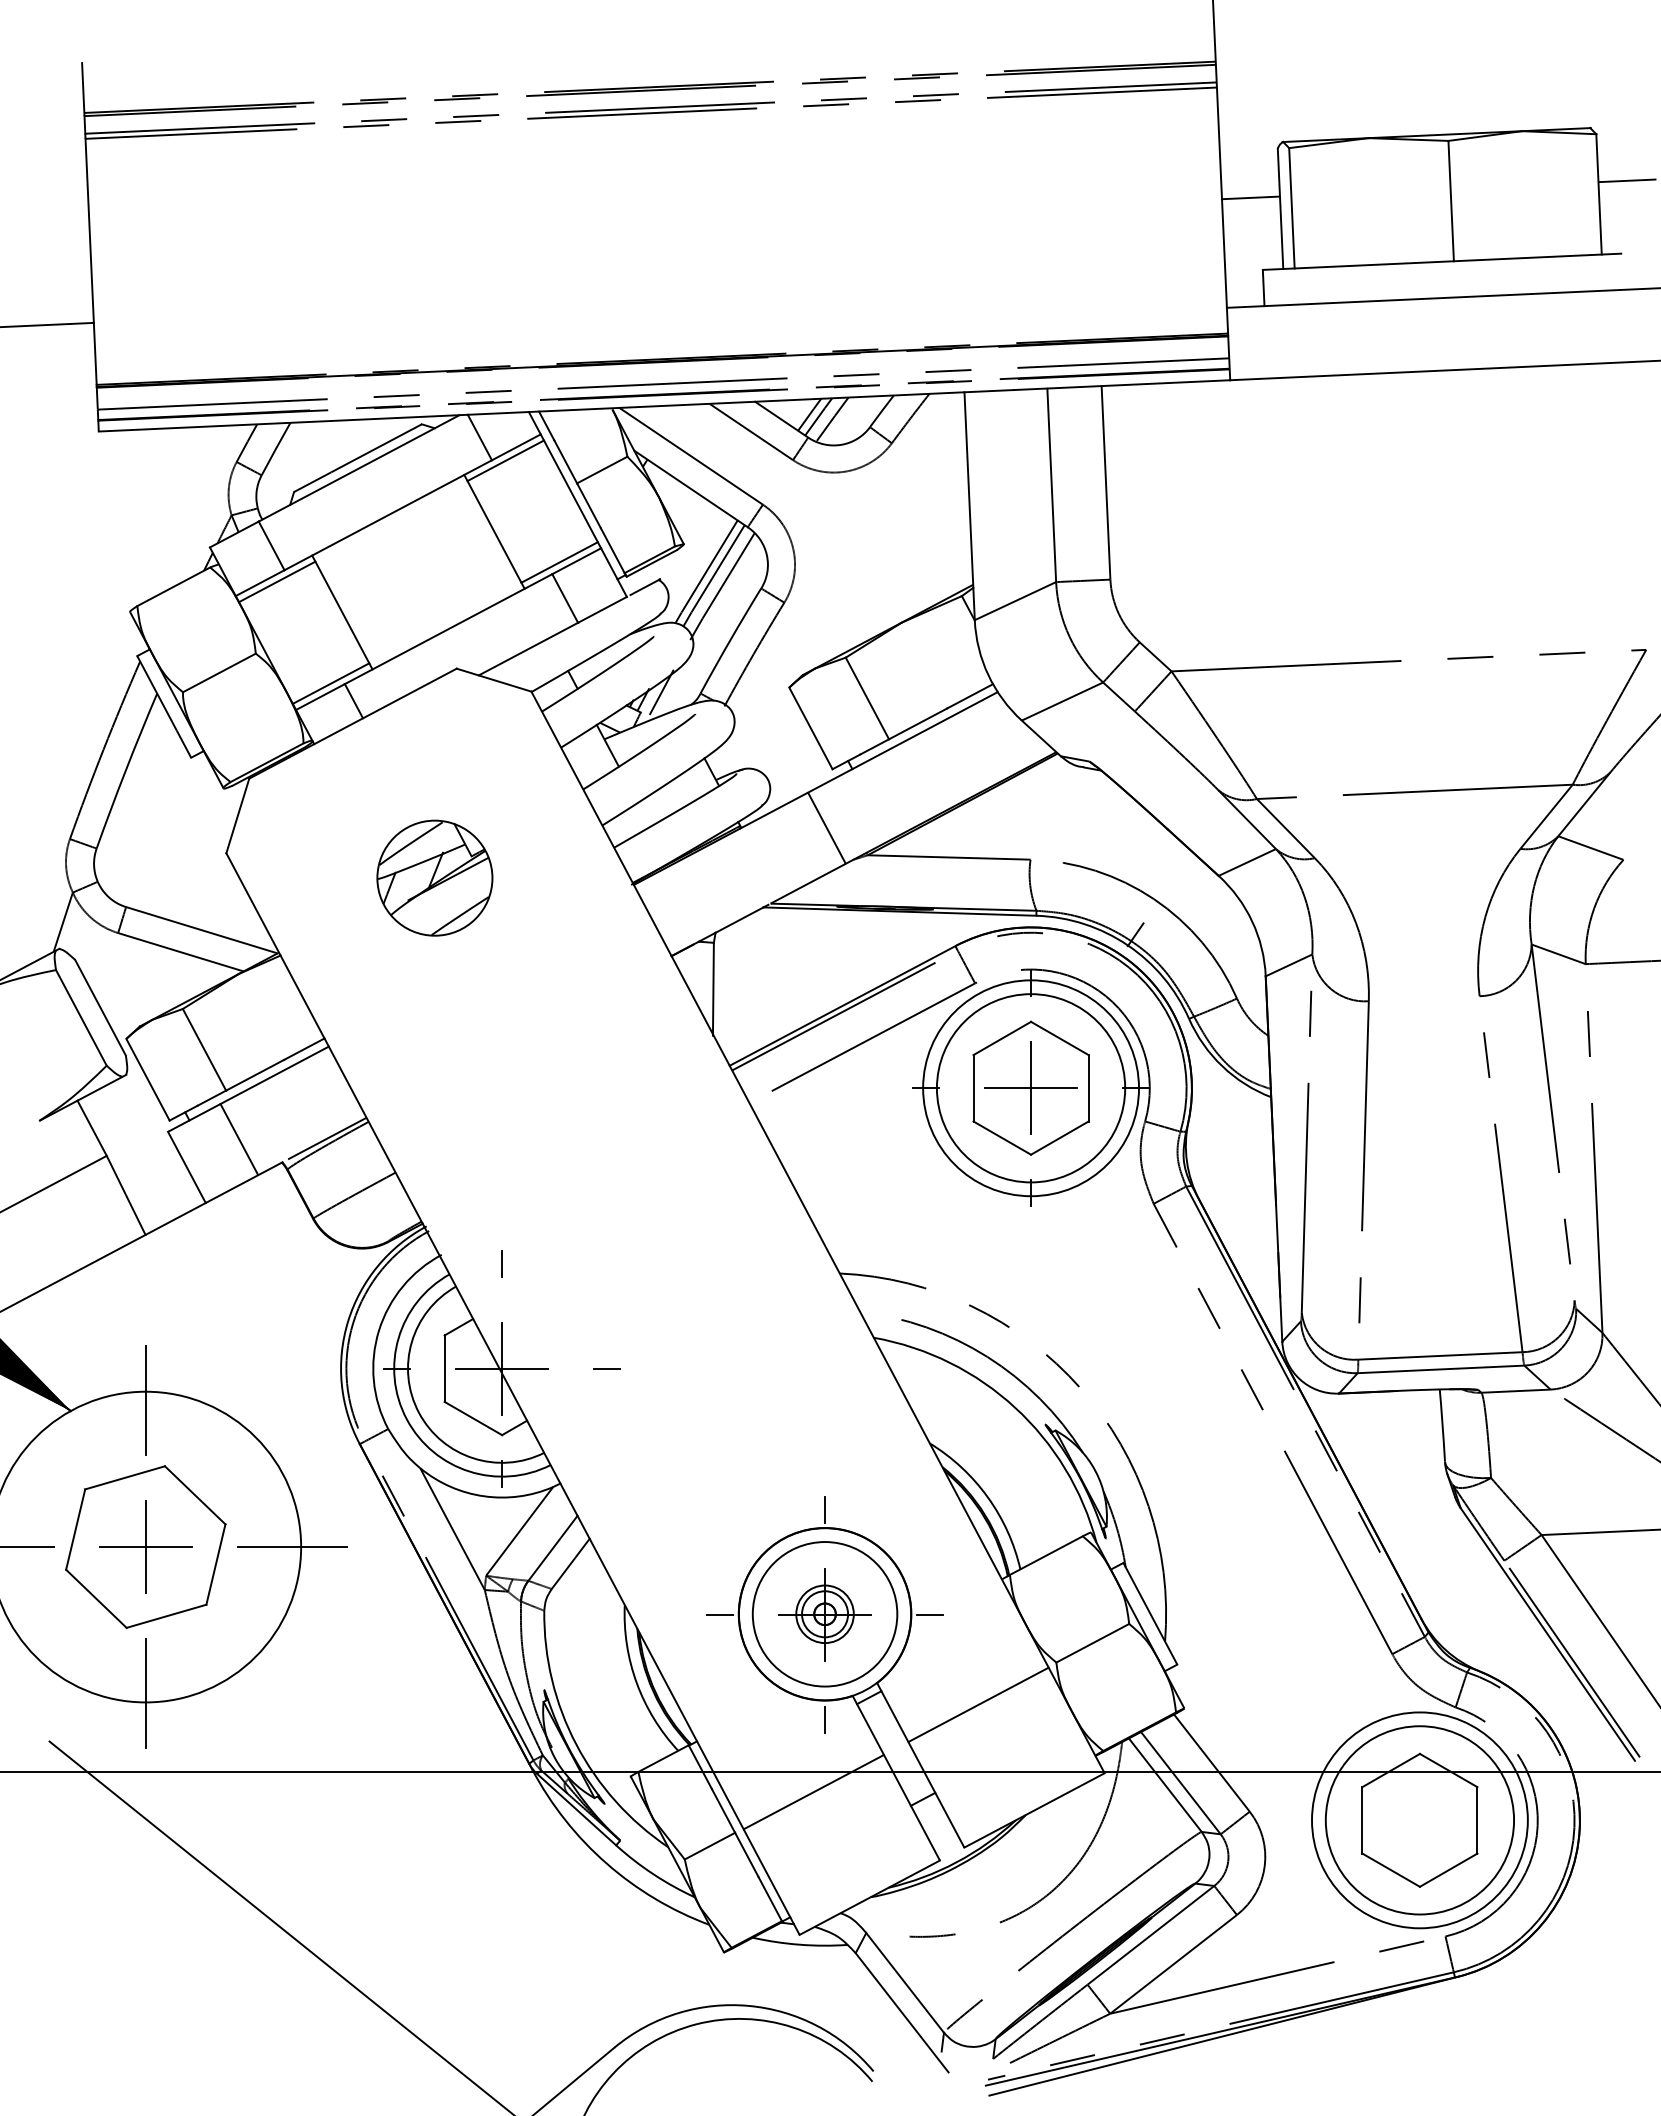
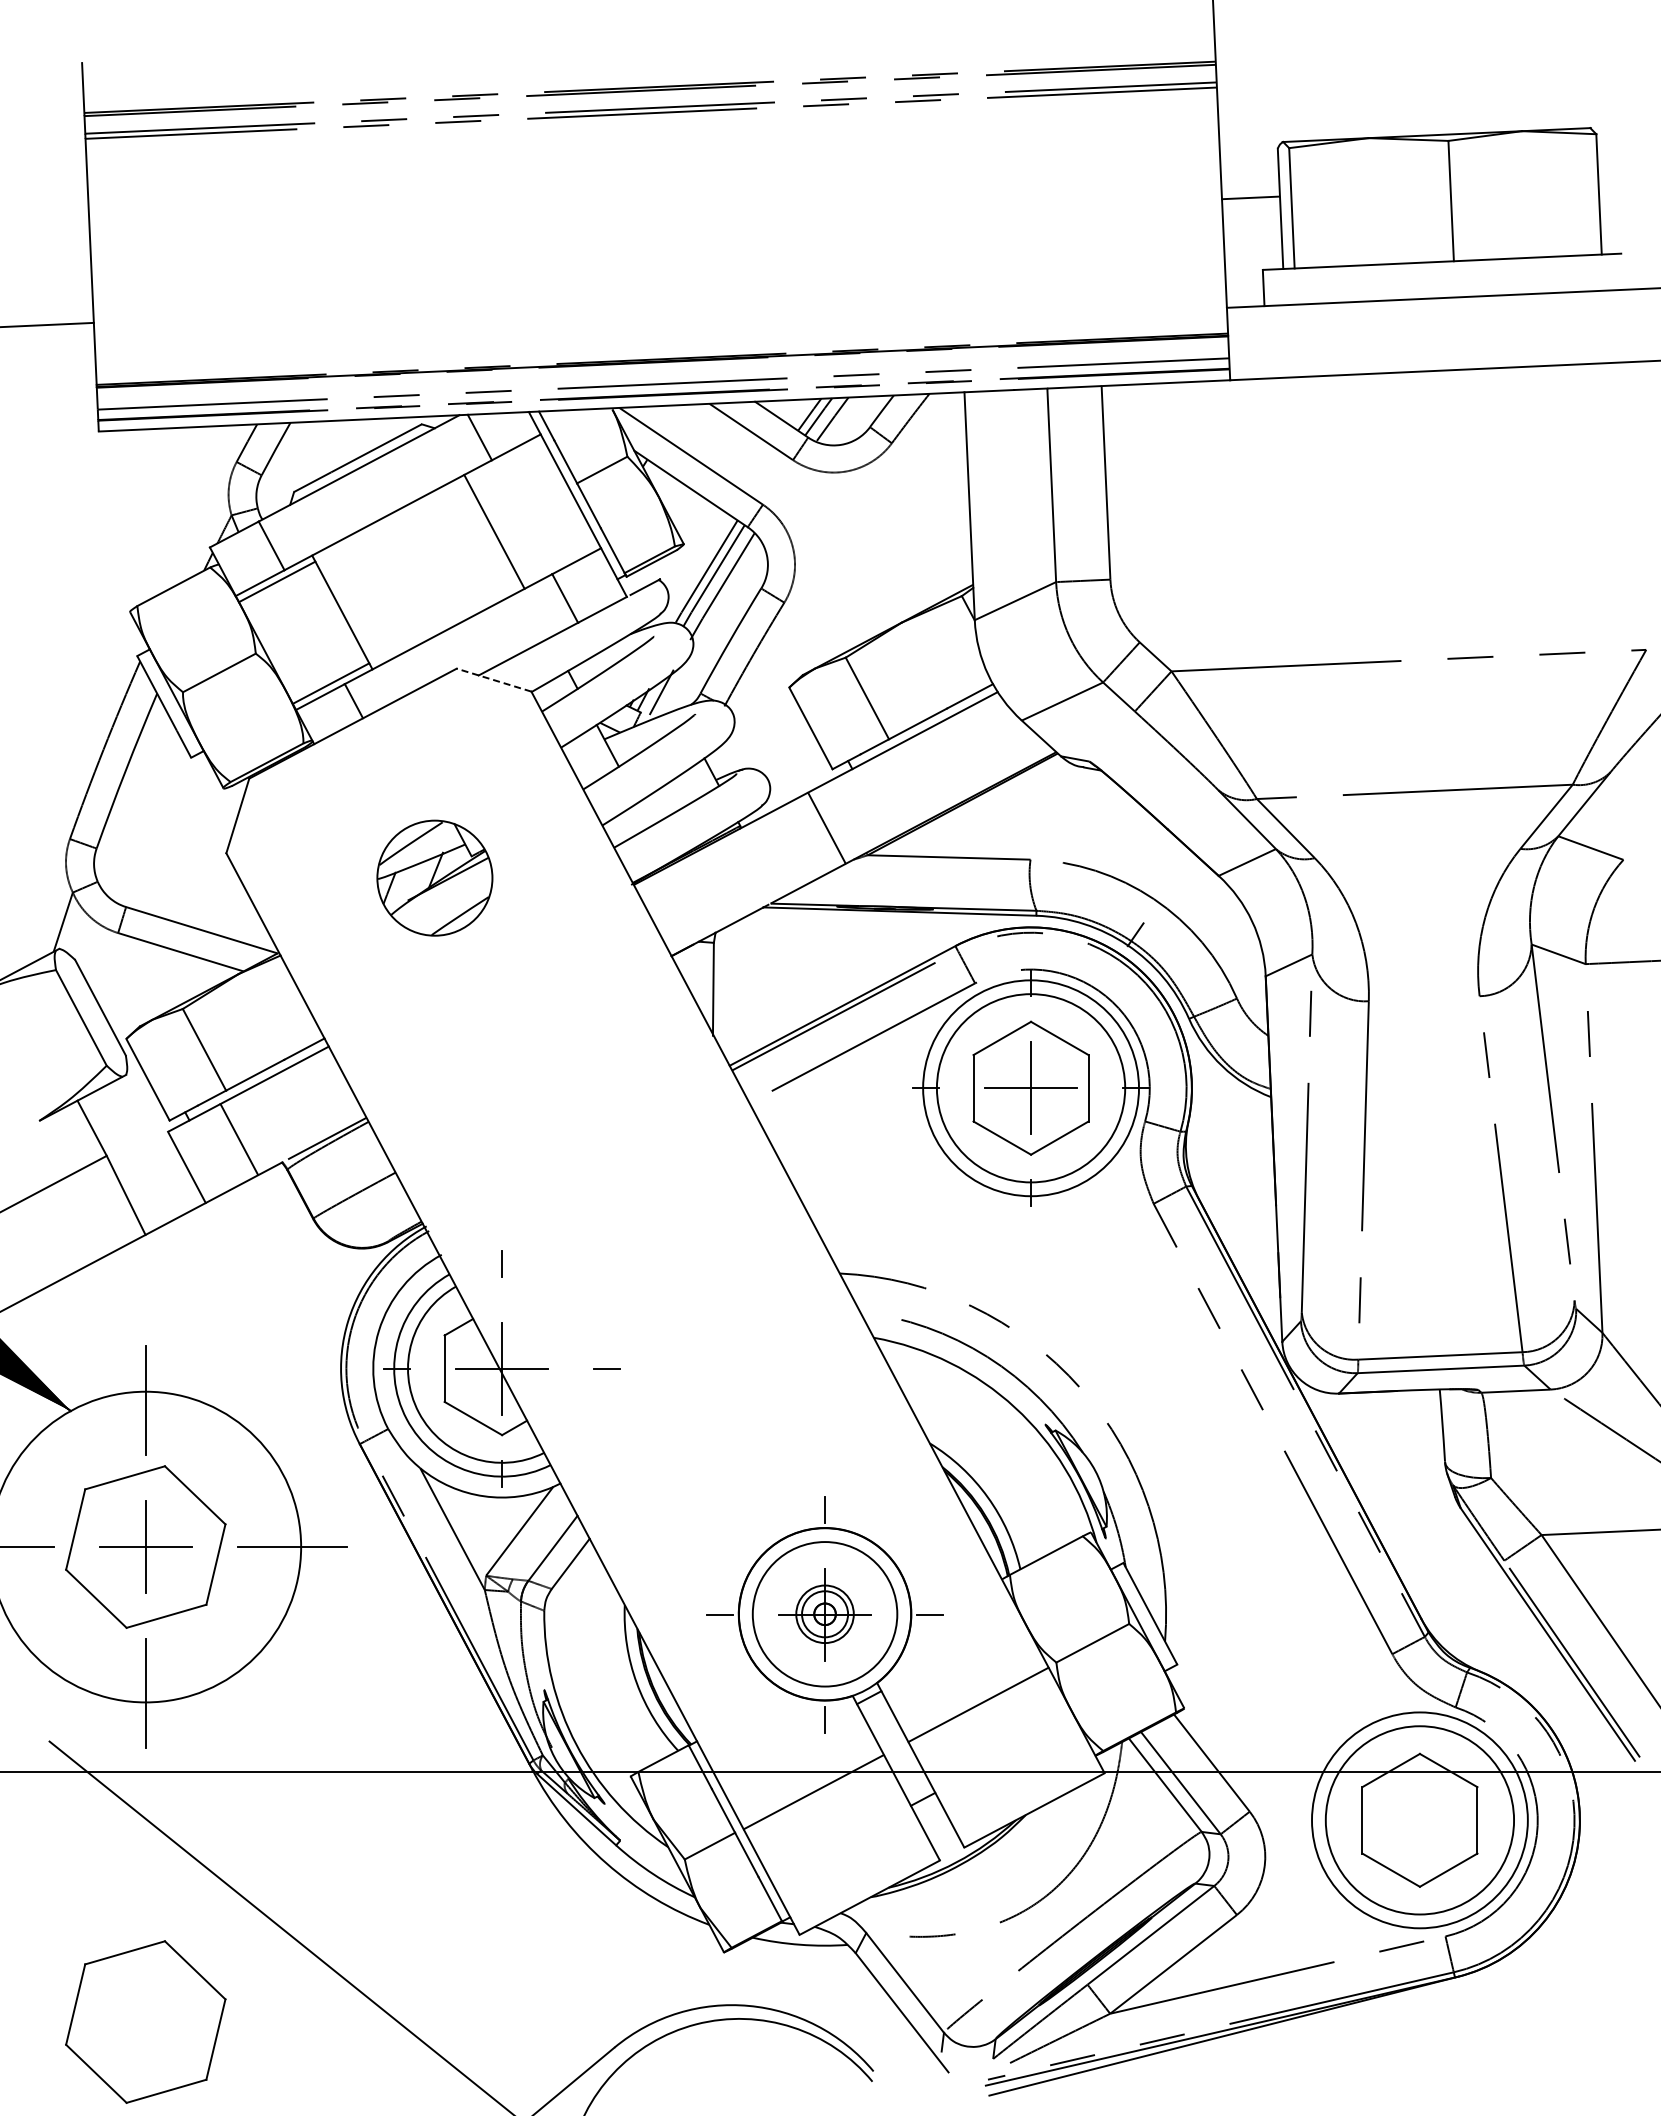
line at (1627, 180): present -> none
line at (505, 460): present -> none
line at (559, 562): present -> none
line at (493, 680): solid -> dashed
part at (145, 2021): none -> present
